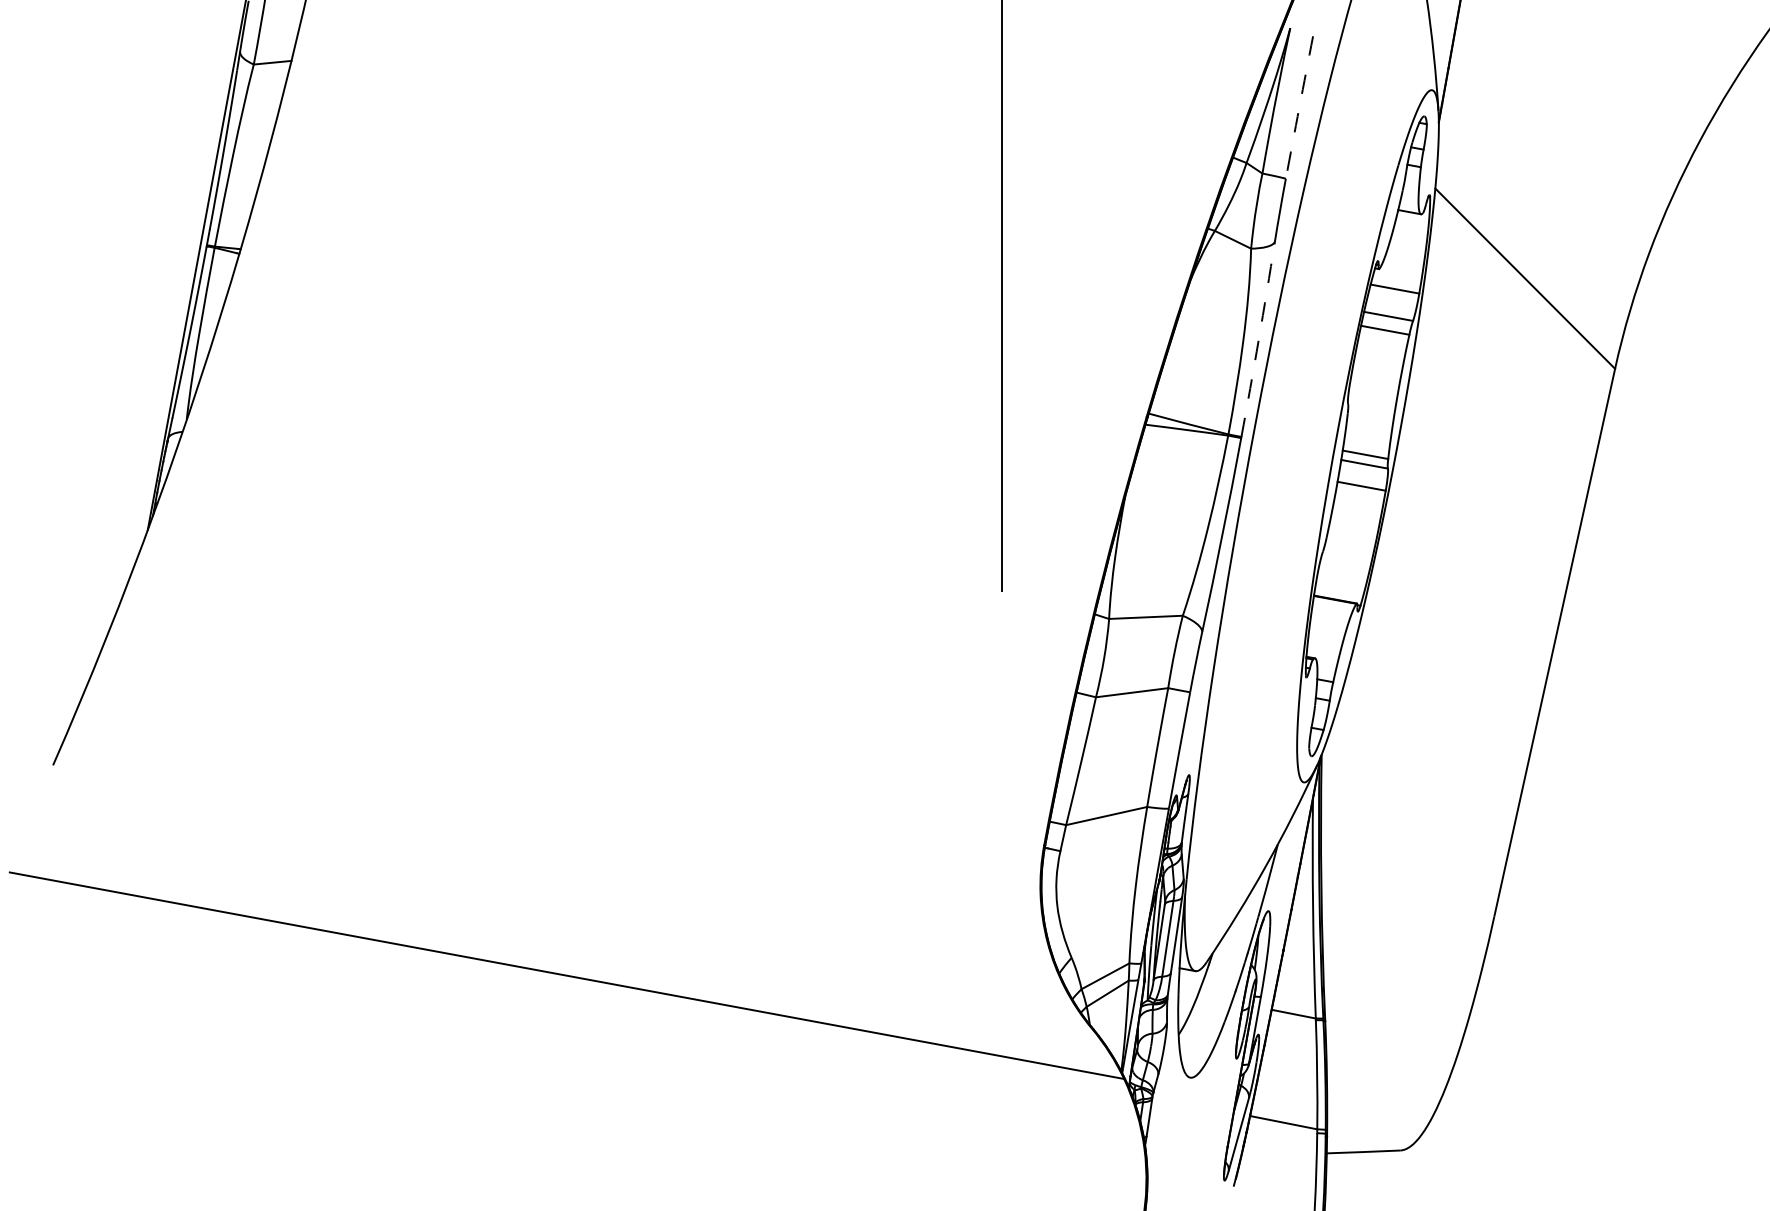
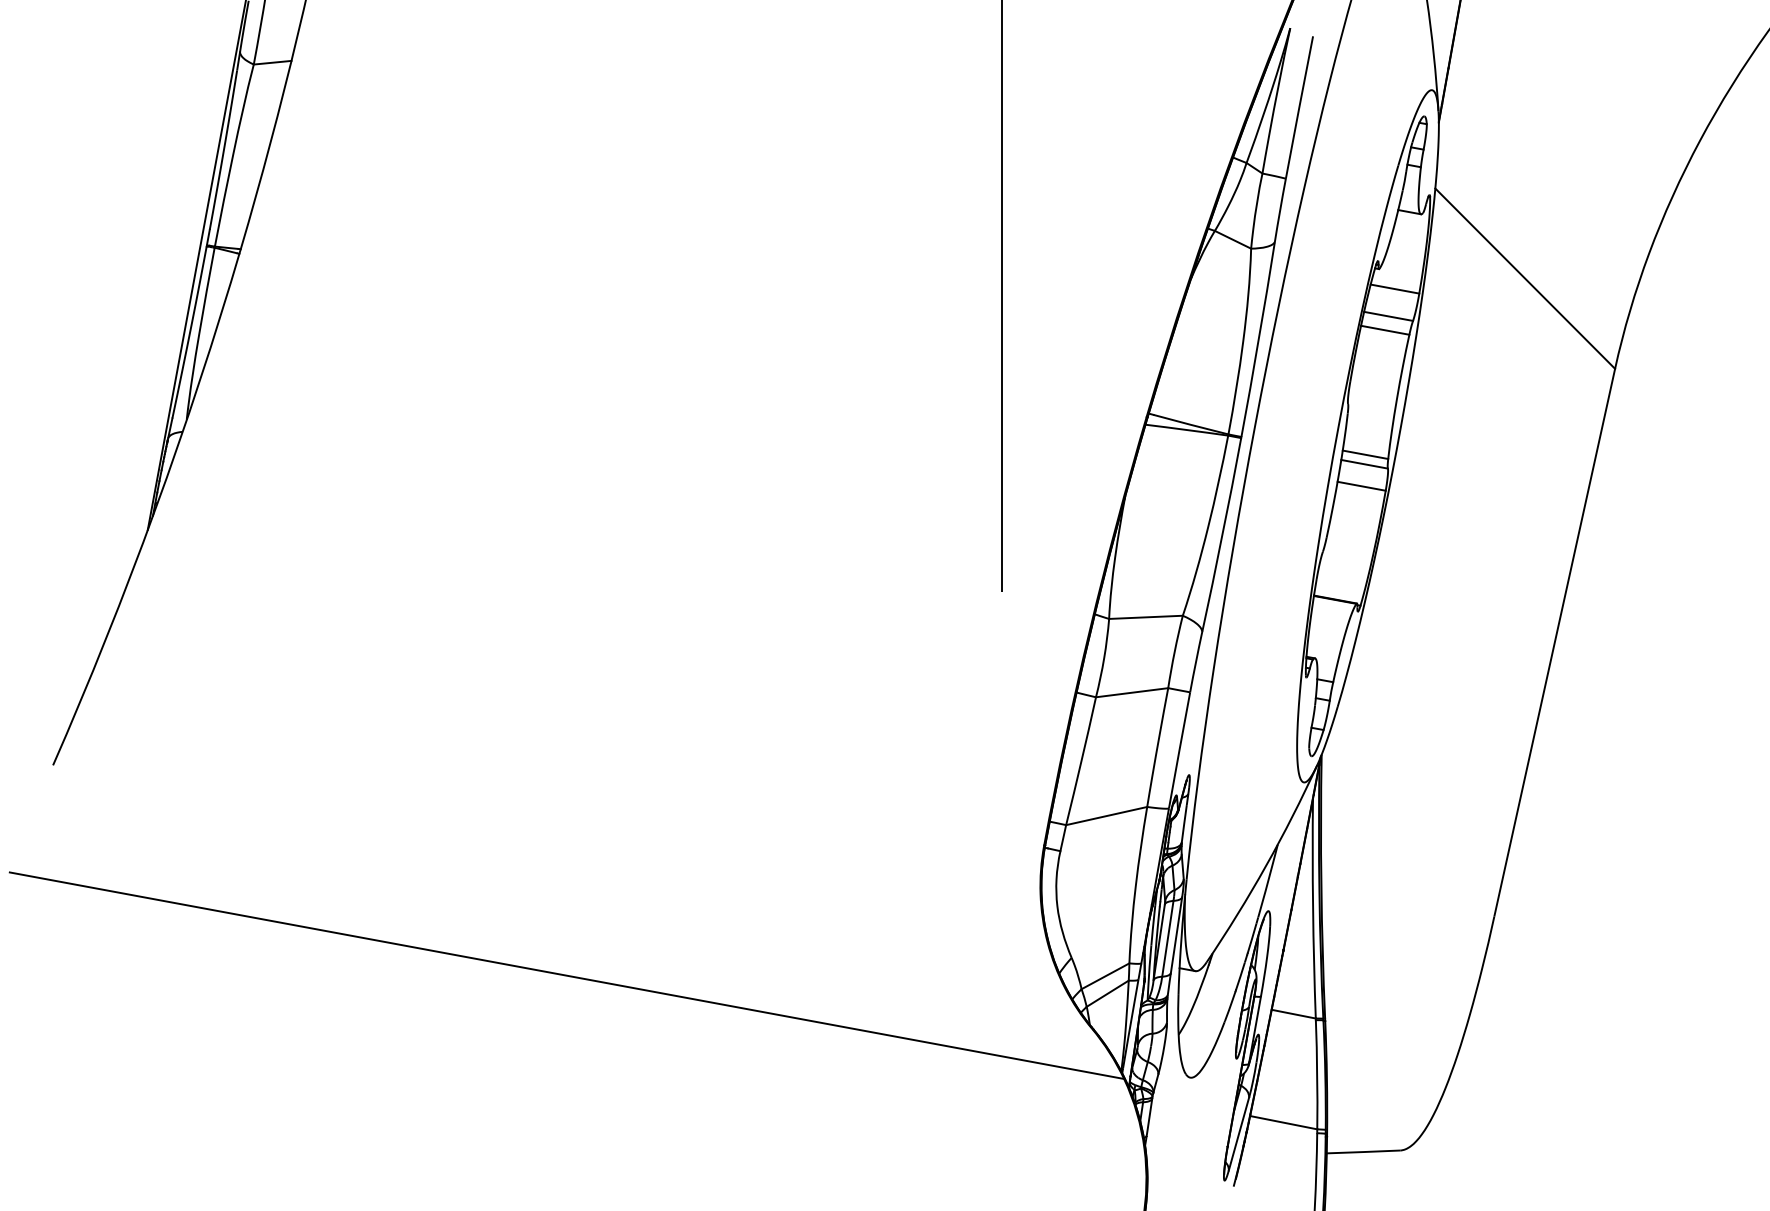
arc at (1299, 107): dashed -> solid
arc at (1258, 339): dashed -> solid
